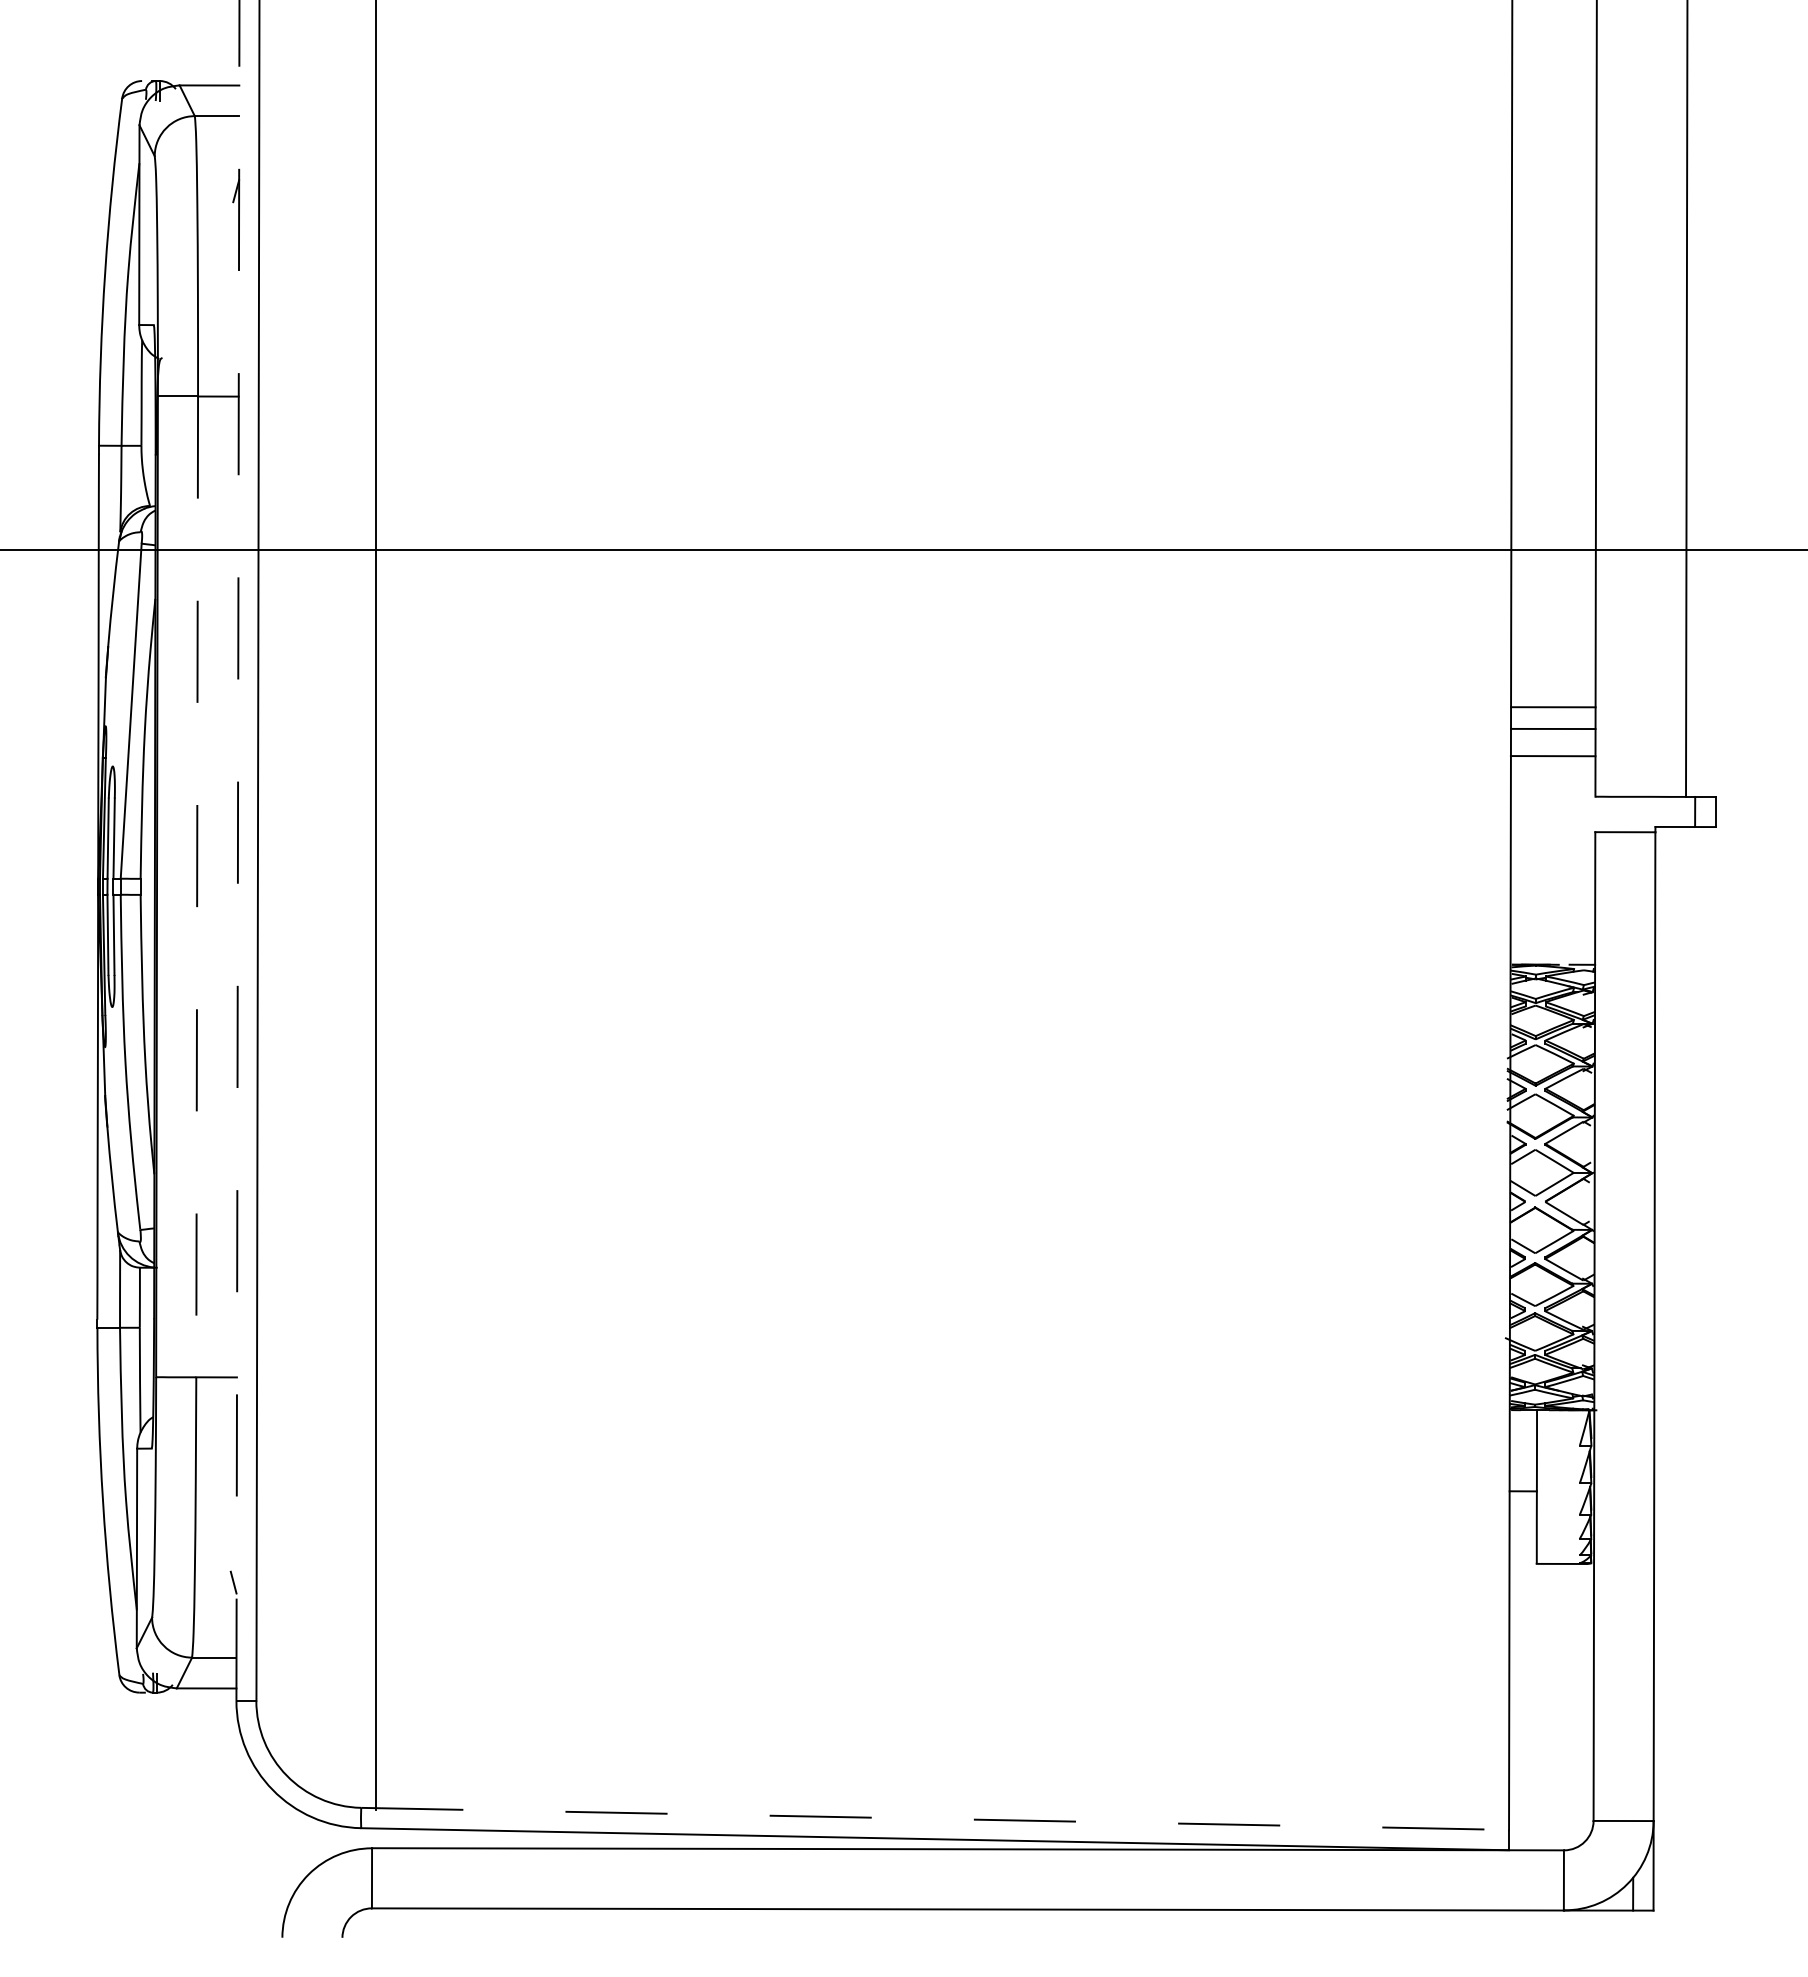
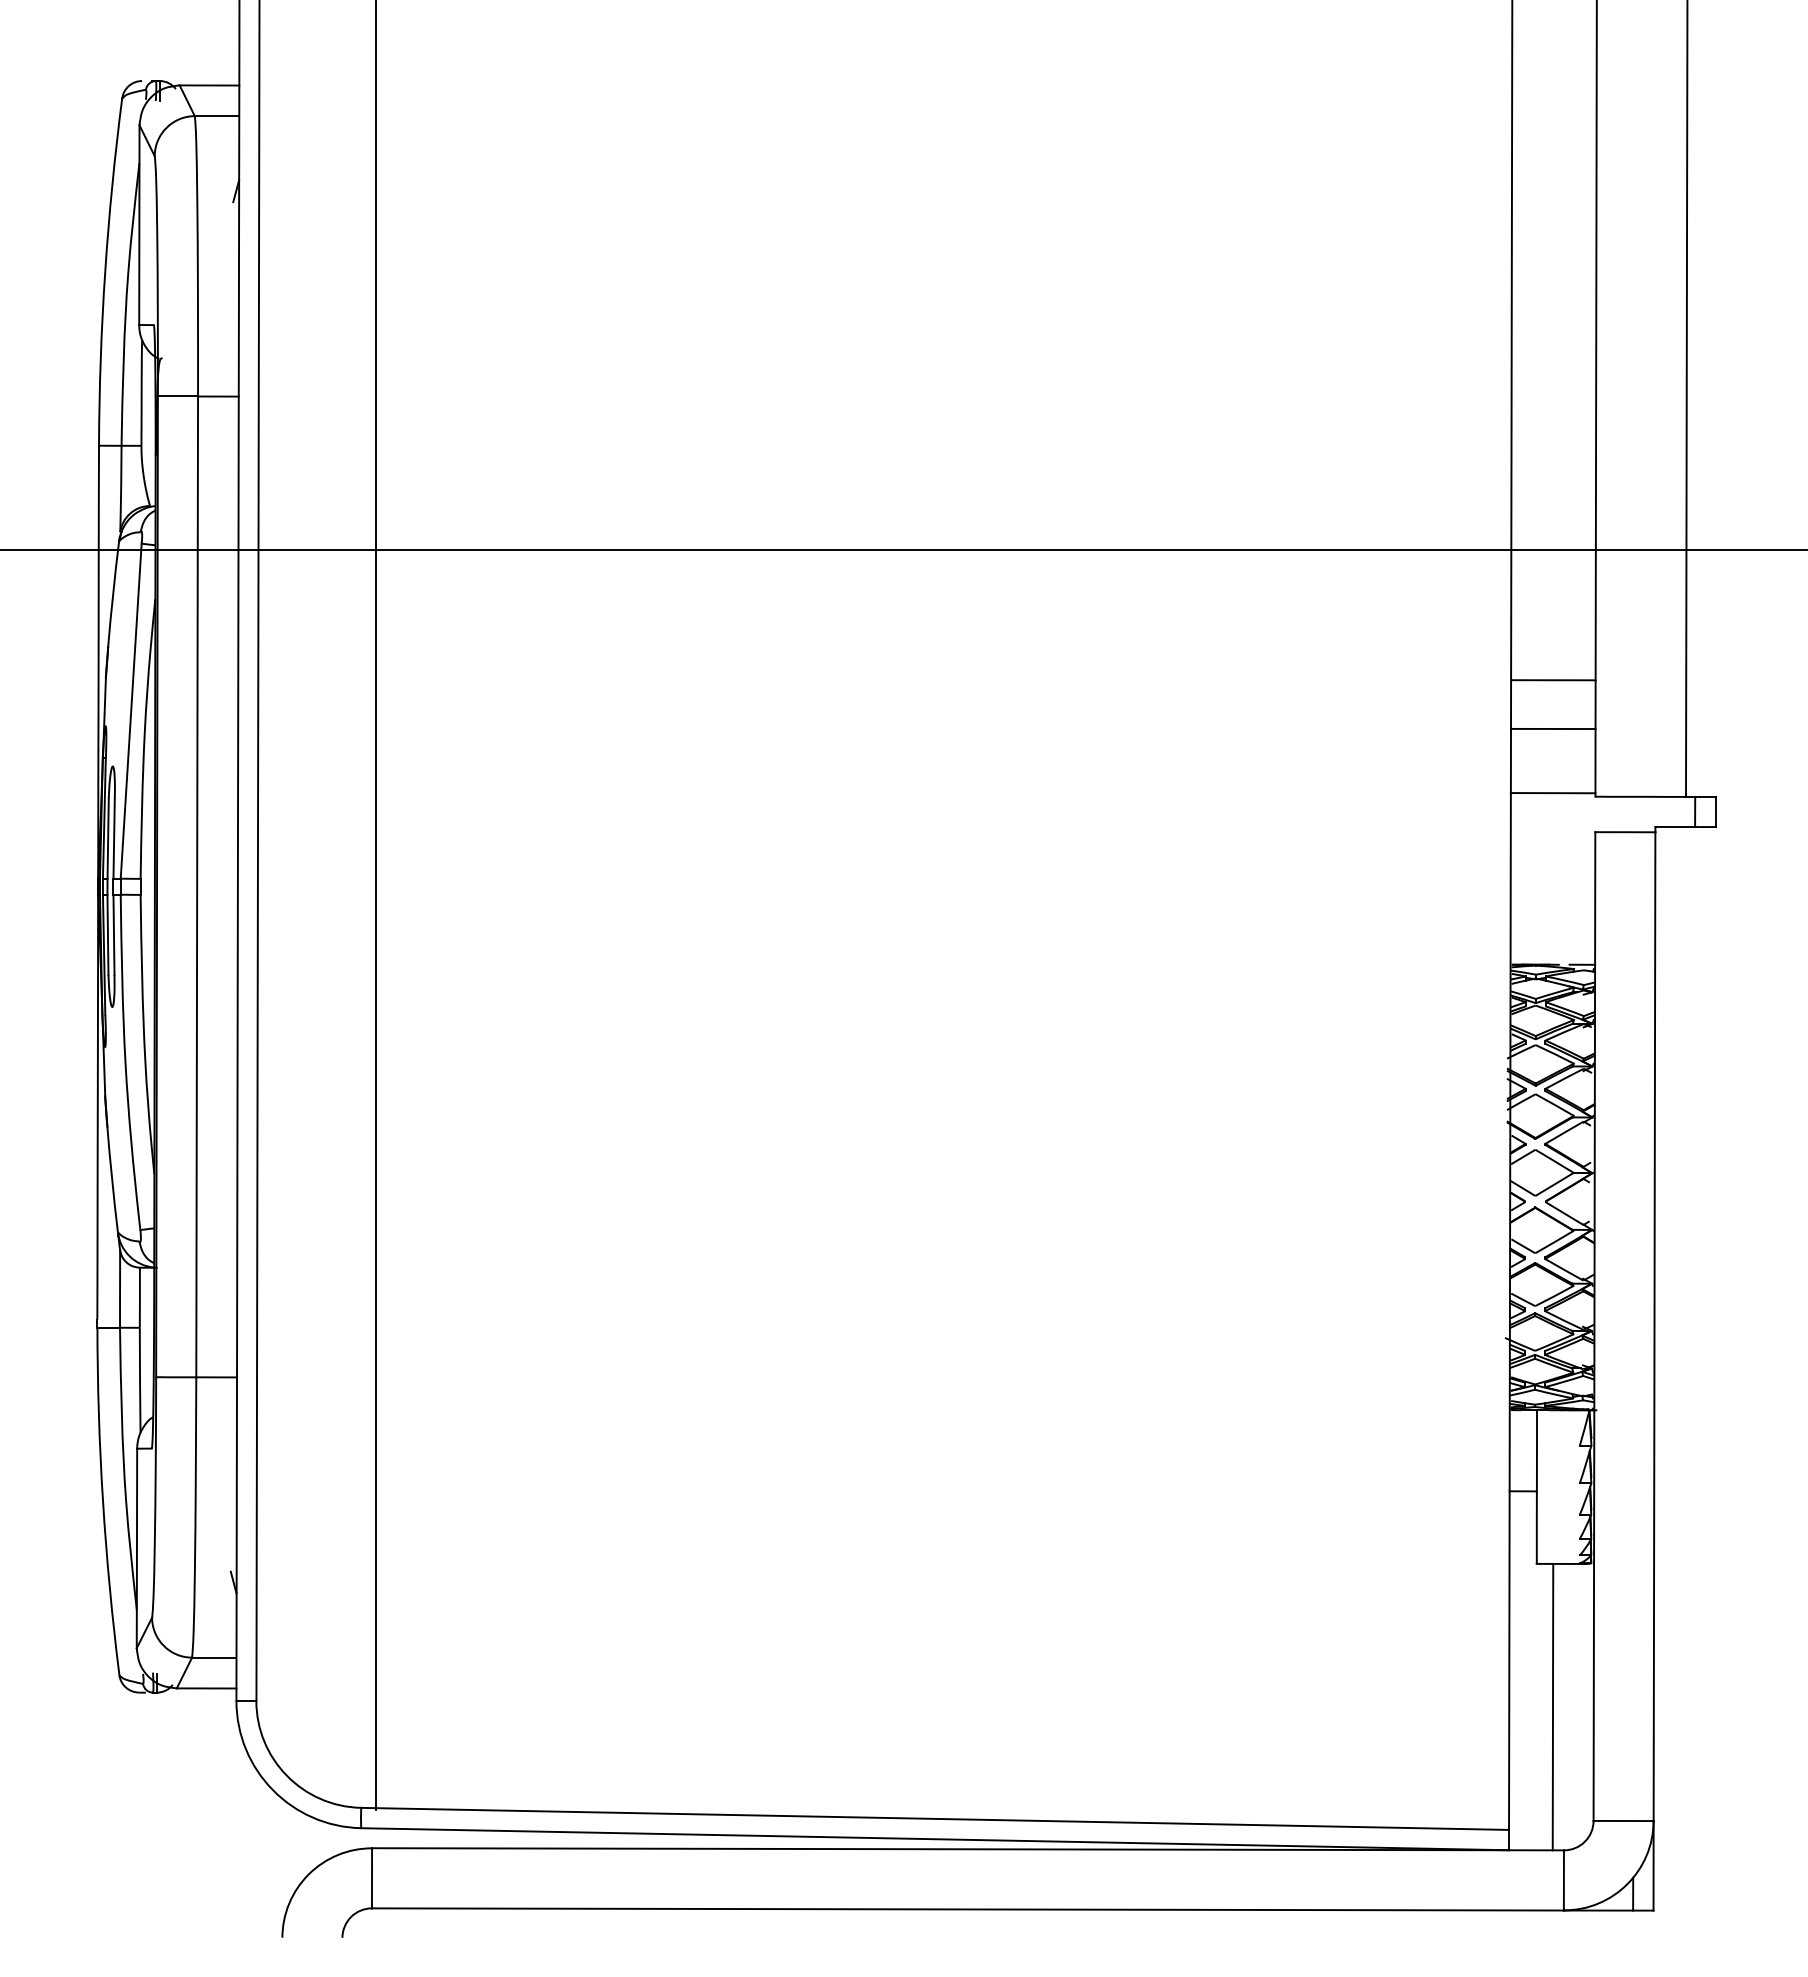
line at (1553, 707) position: (1553, 707) -> (1553, 680)
line at (1552, 756) position: (1552, 756) -> (1552, 793)
line at (237, 849): dashed -> solid
line at (197, 887): dashed -> solid
line at (1552, 1707): none -> present
line at (935, 1818): dashed -> solid
